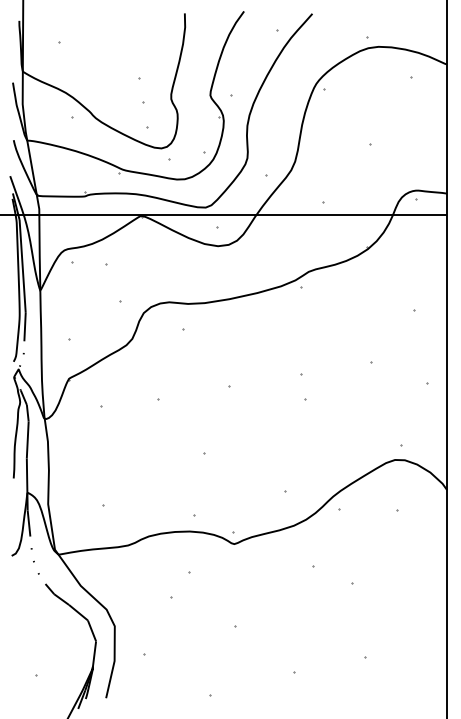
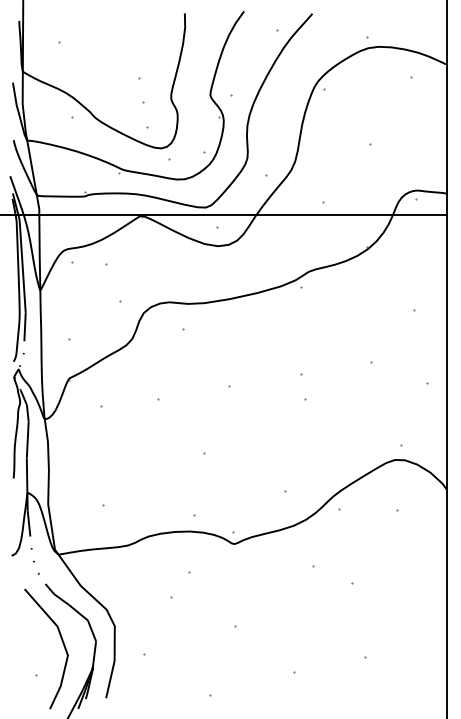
line at (62, 643): none -> present
